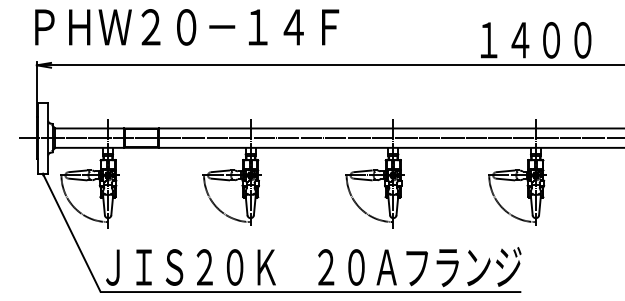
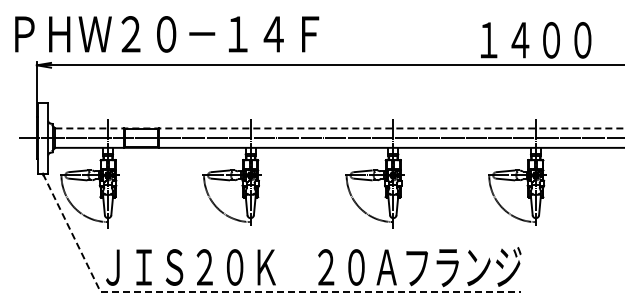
text at (187, 27) position: (187, 27) -> (167, 34)
line at (340, 128): solid -> dashed
line at (244, 292): solid -> dashed
